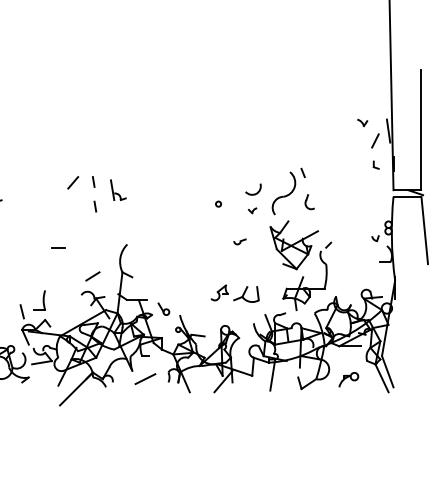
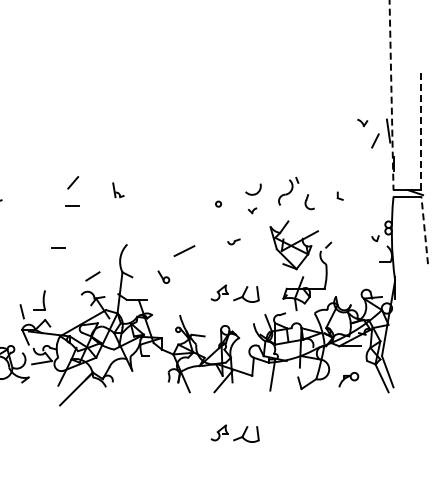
line at (391, 95): solid -> dashed
line at (421, 130): solid -> dashed
part at (375, 164) position: (375, 164) -> (339, 195)
line at (93, 181): present -> none
part at (118, 190) size: 17x23 px -> 13x17 px
part at (288, 191) size: 35x49 px -> 22x30 px
line at (72, 205): none -> present
line at (95, 206): present -> none
line at (424, 230): solid -> dashed
part at (239, 241) position: (239, 241) -> (233, 241)
part at (163, 308) position: (163, 308) -> (163, 276)
line at (145, 379) position: (145, 379) -> (184, 251)
part at (234, 433): none -> present
